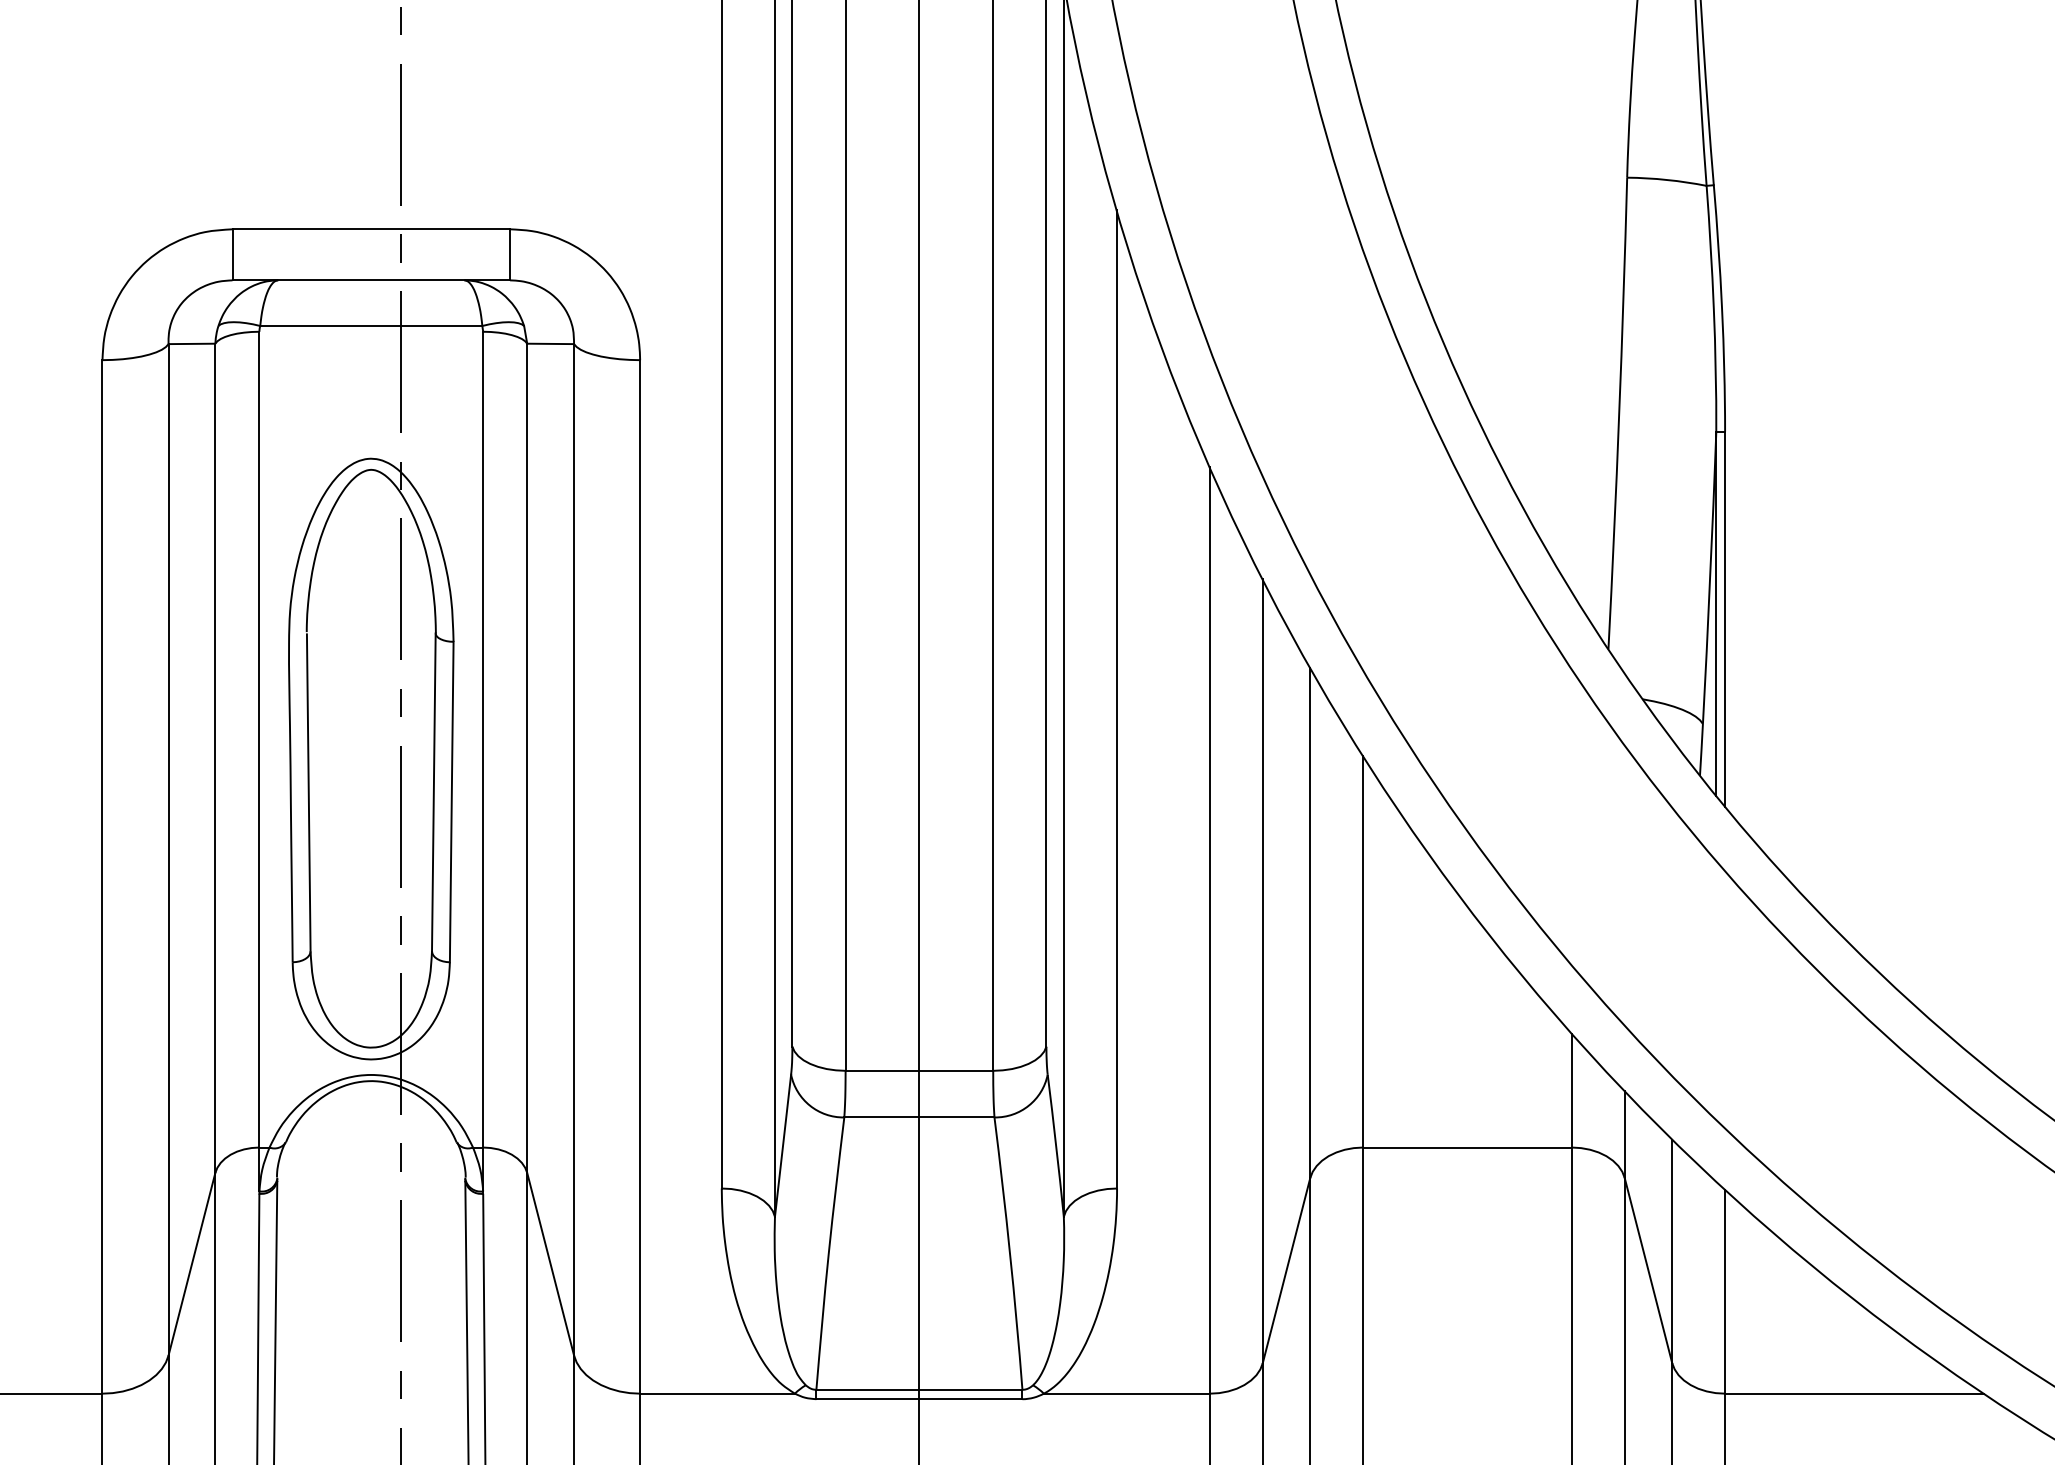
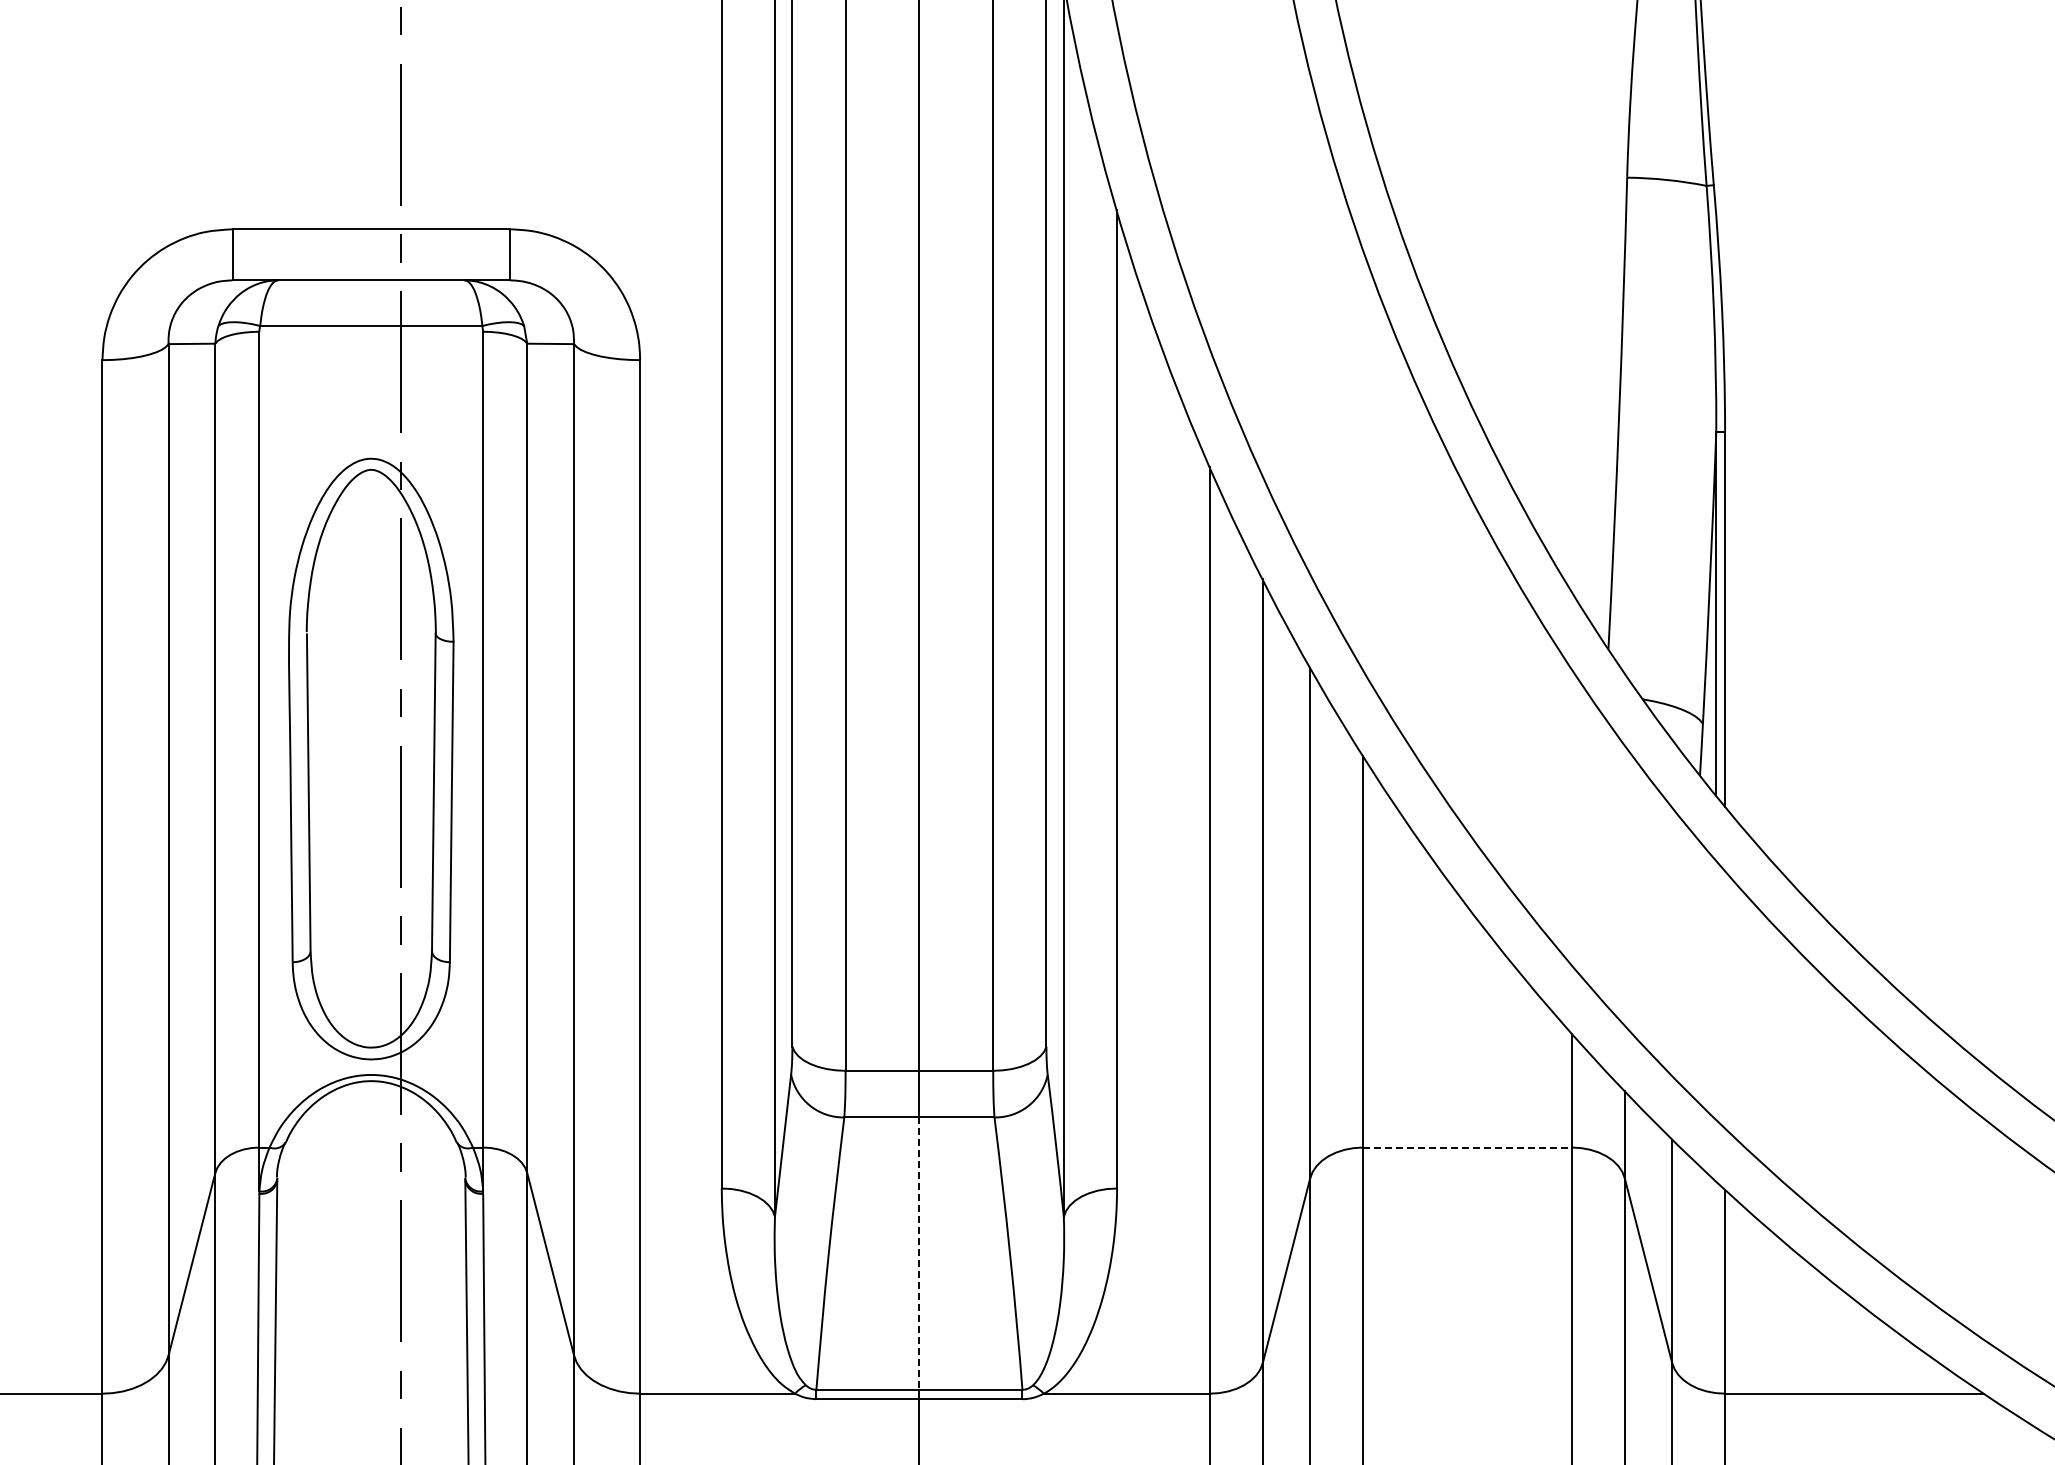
line at (1468, 1147): solid -> dashed
line at (919, 1254): solid -> dashed
